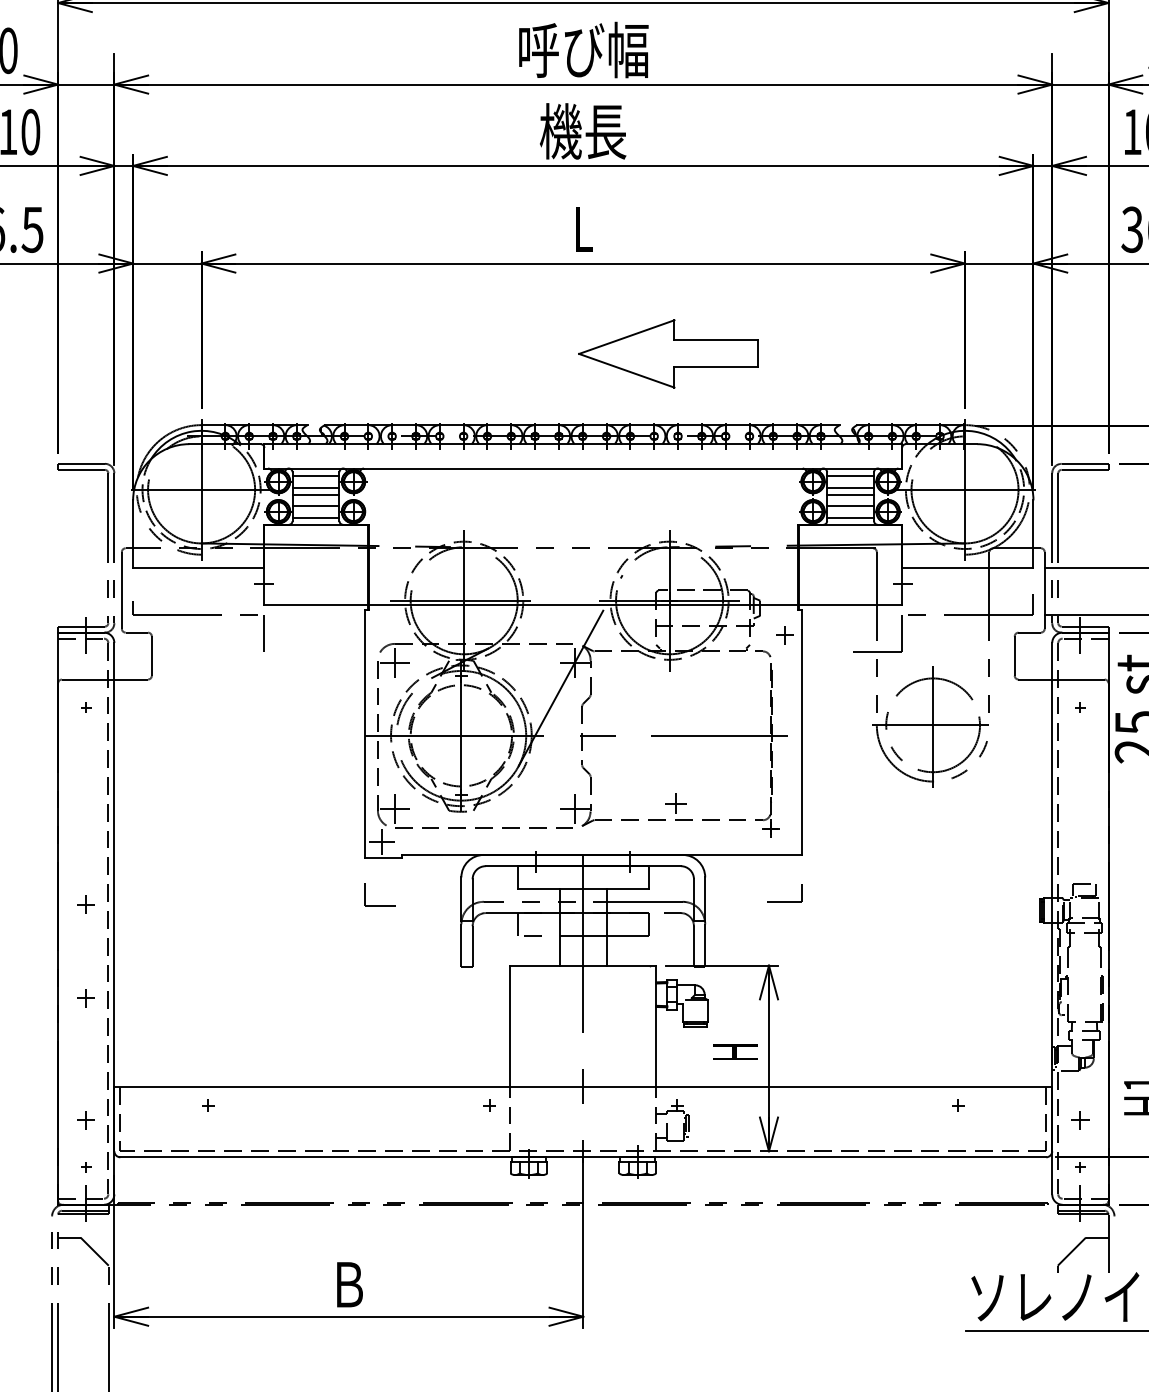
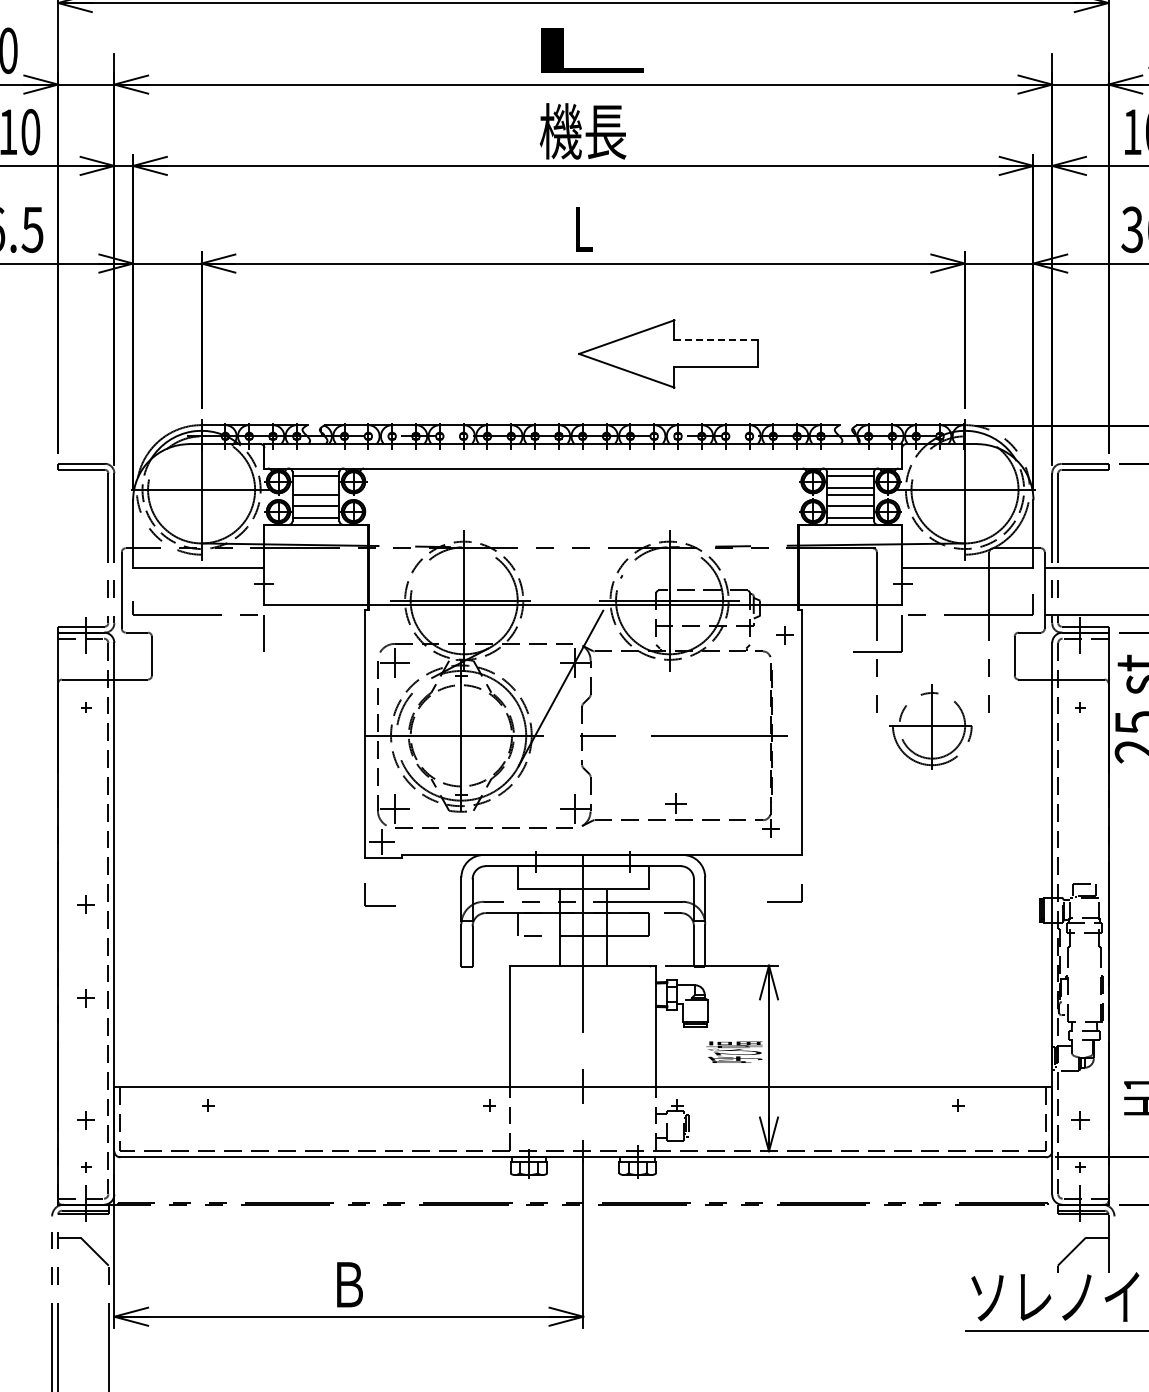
text at (583, 49): 呼び幅 -> L
line at (716, 340): solid -> dashed
line at (315, 487): present -> none
part at (930, 726) size: 117x122 px -> 84x86 px
text at (734, 1051): H -> 呼び幅
